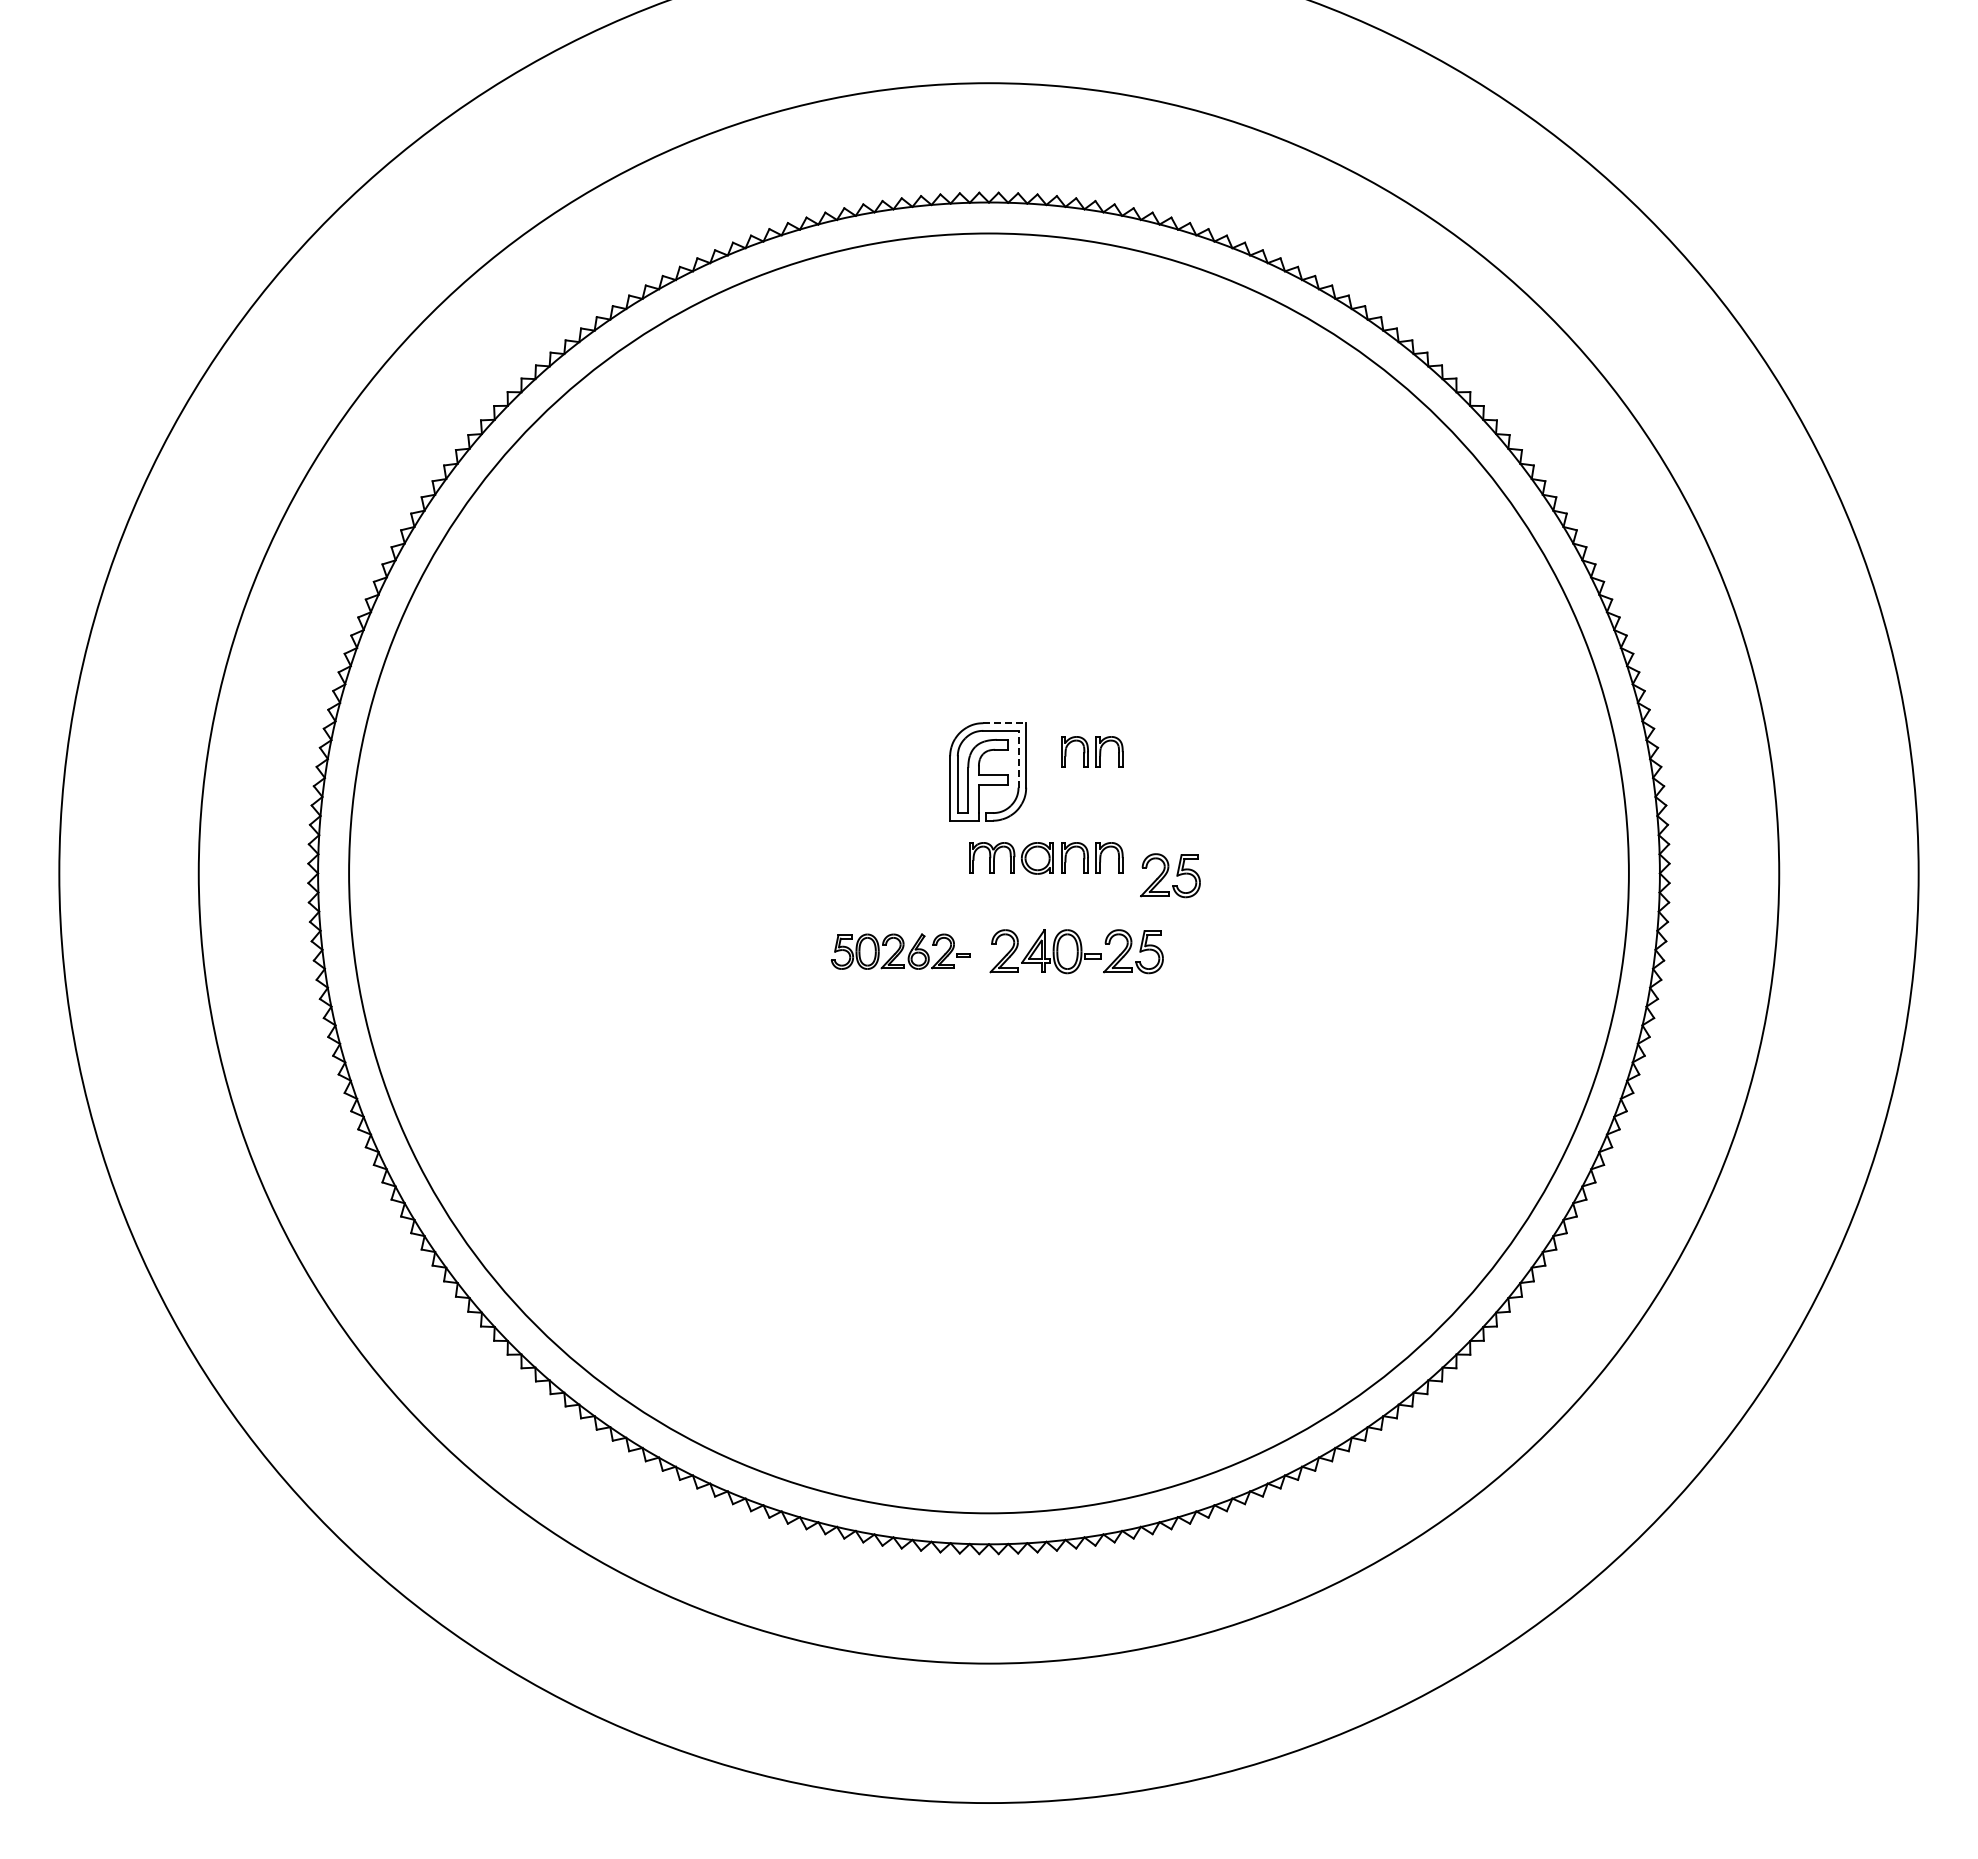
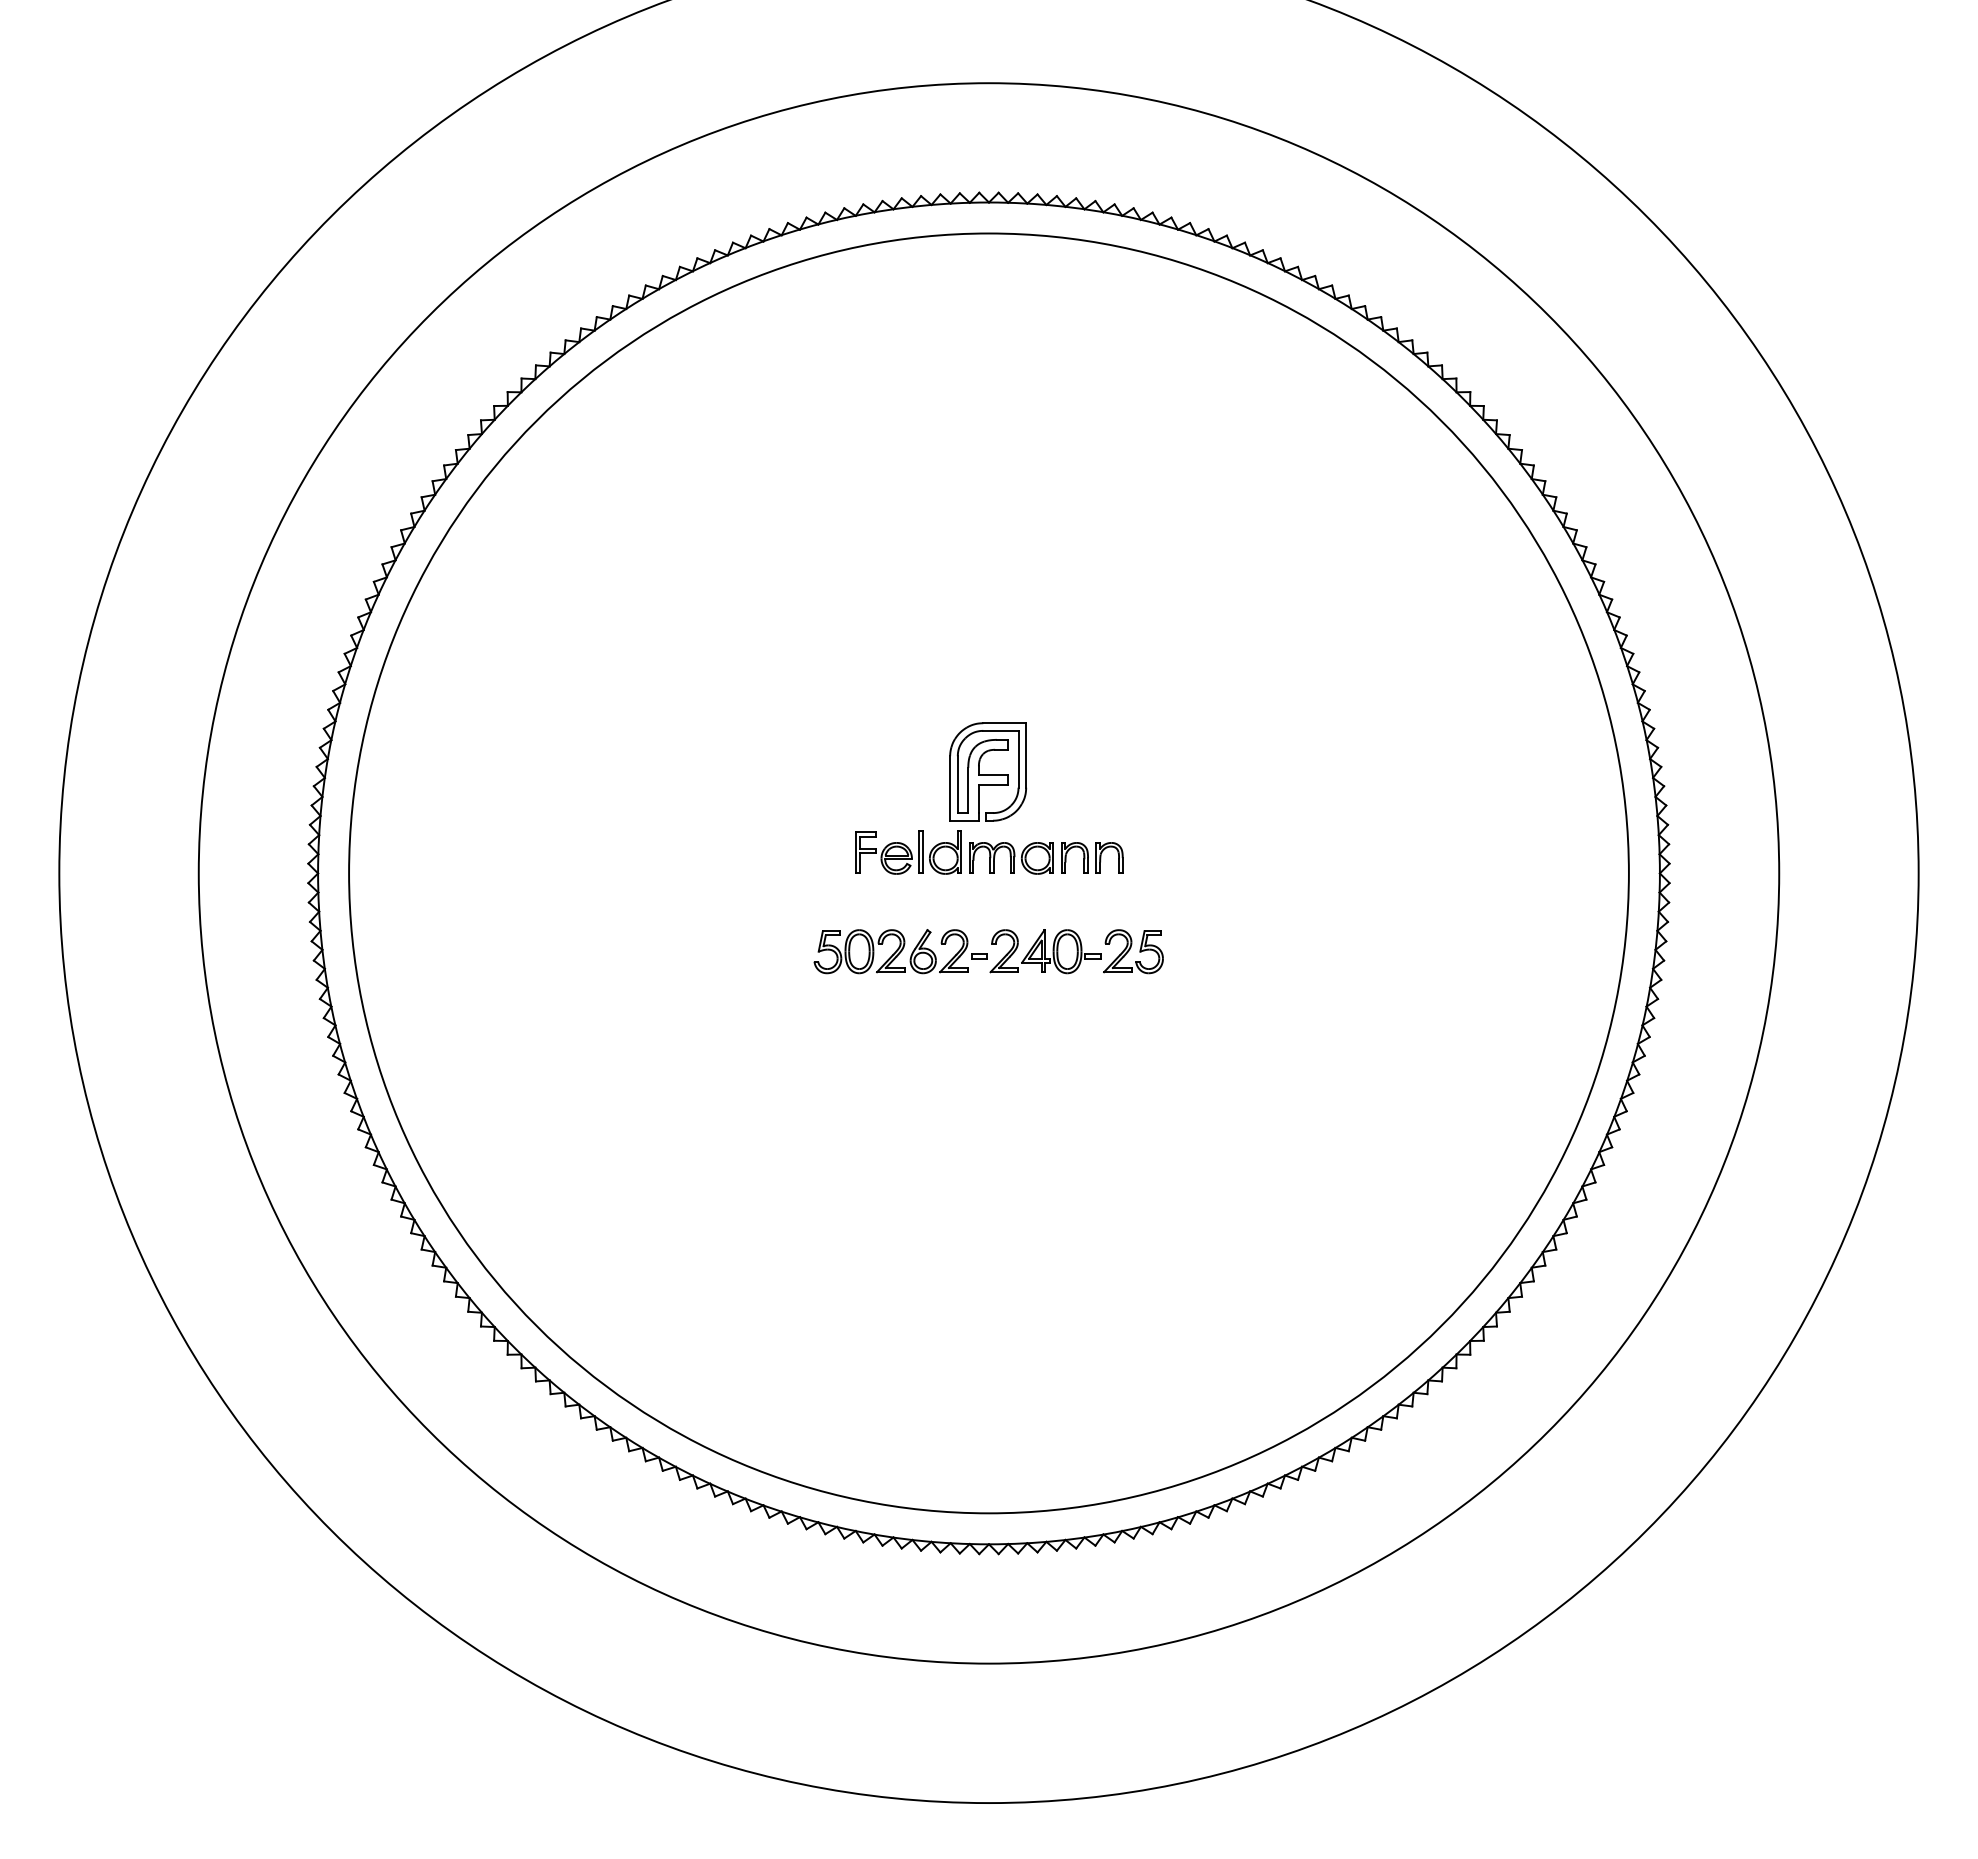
line at (1005, 723): dashed -> solid
part at (1092, 751): present -> none
line at (1018, 758): dashed -> solid
part at (908, 852): none -> present
part at (1170, 875): present -> none
part at (900, 951) size: 141x37 px -> 175x46 px
